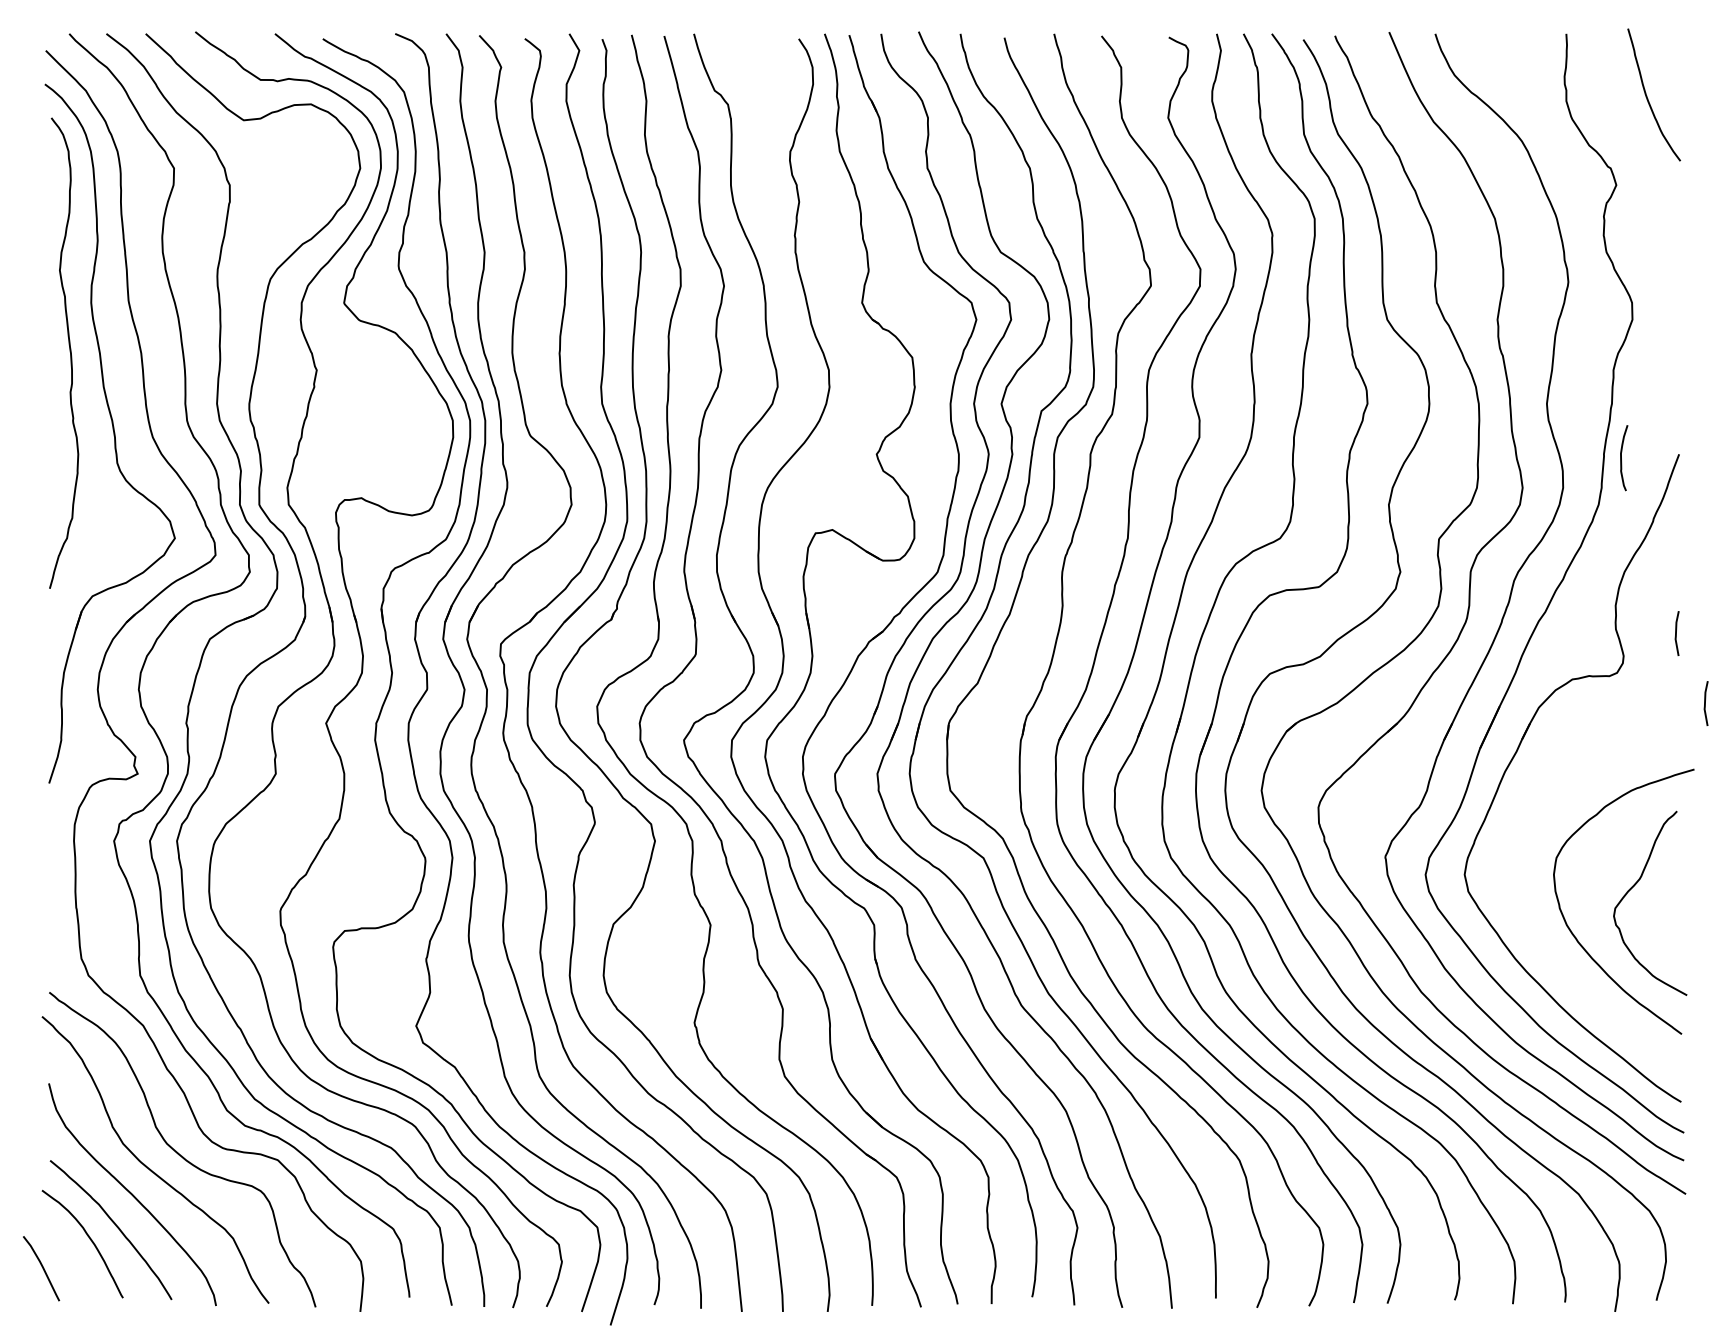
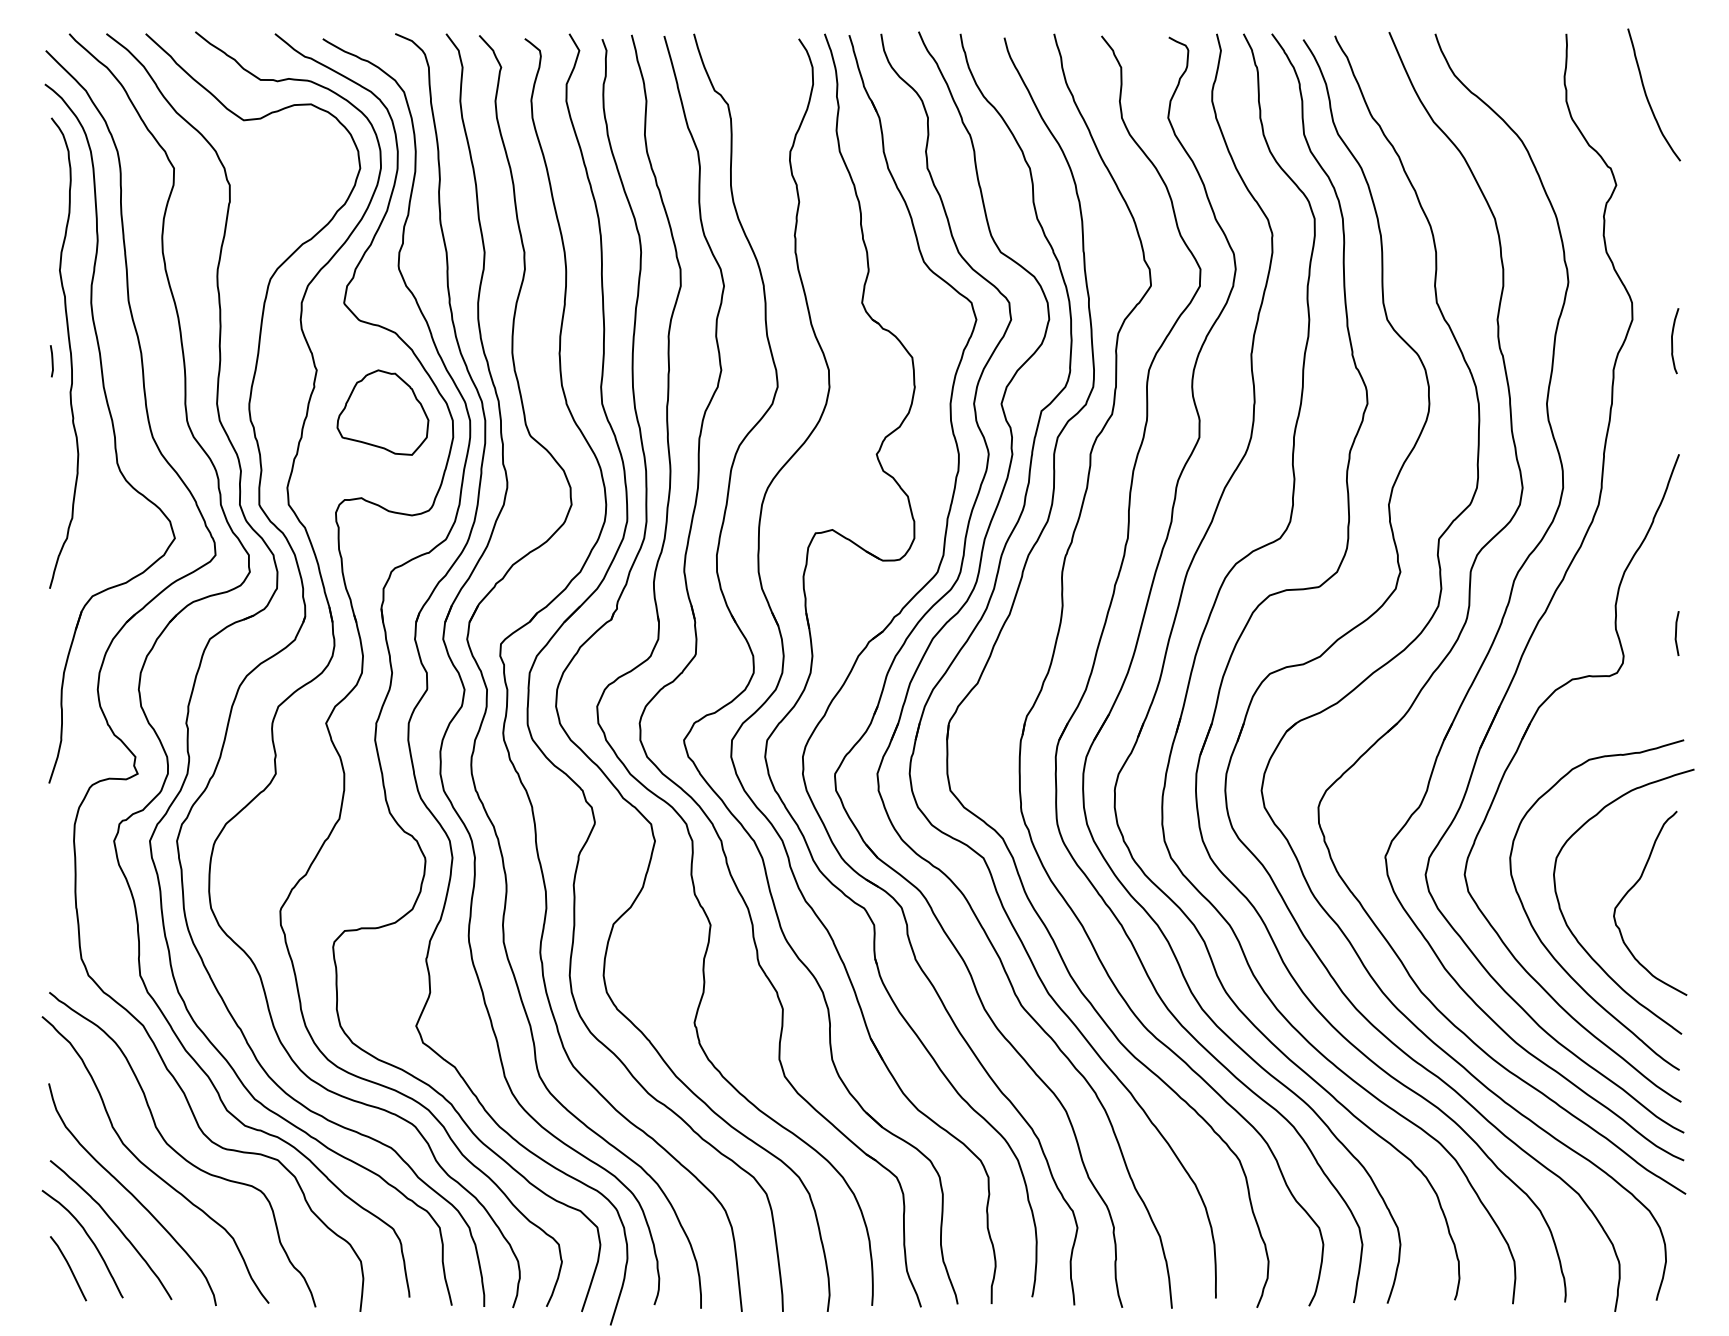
line at (51, 361): none -> present
part at (382, 412): none -> present
curve at (1621, 458) position: (1621, 458) -> (1672, 341)
line at (1705, 703): present -> none
curve at (1546, 946): none -> present
curve at (42, 1268) position: (42, 1268) -> (69, 1268)
